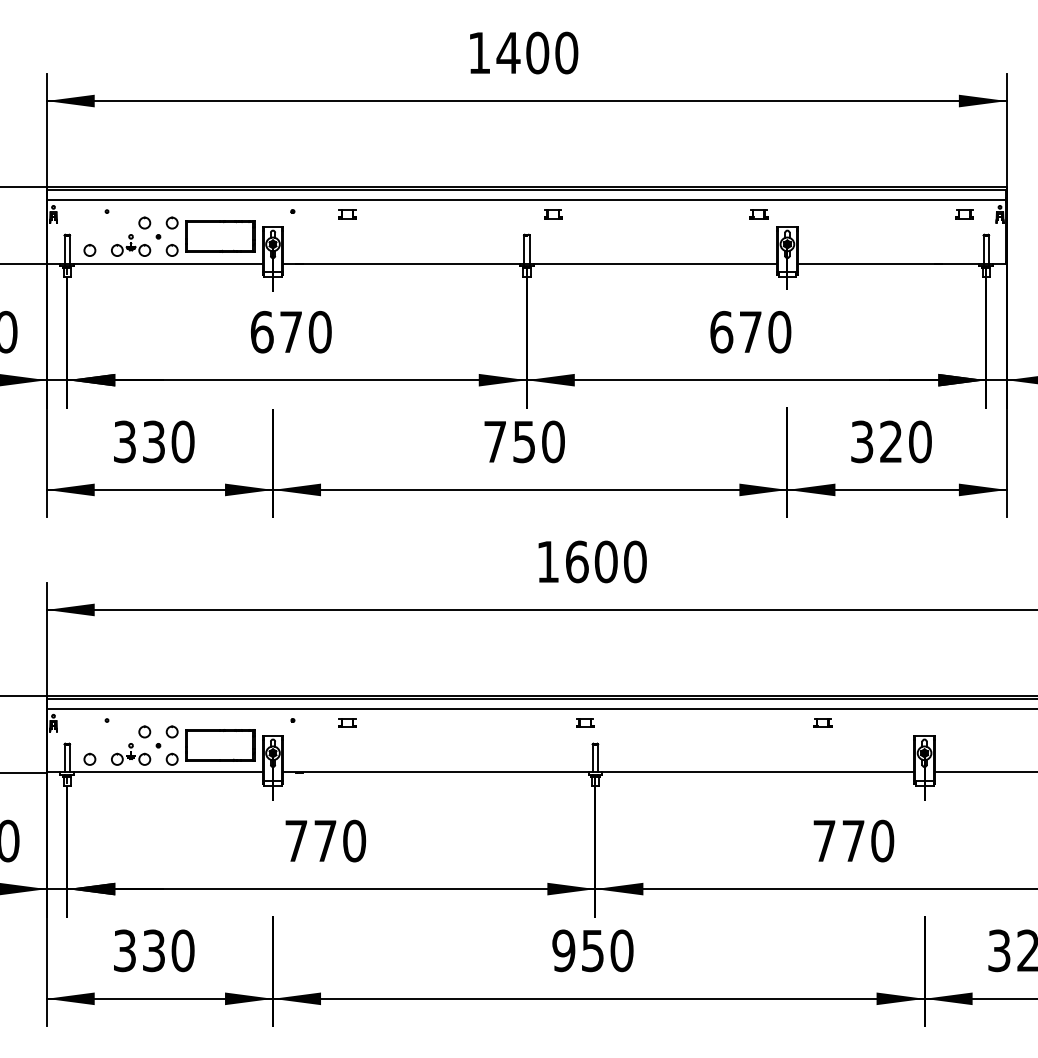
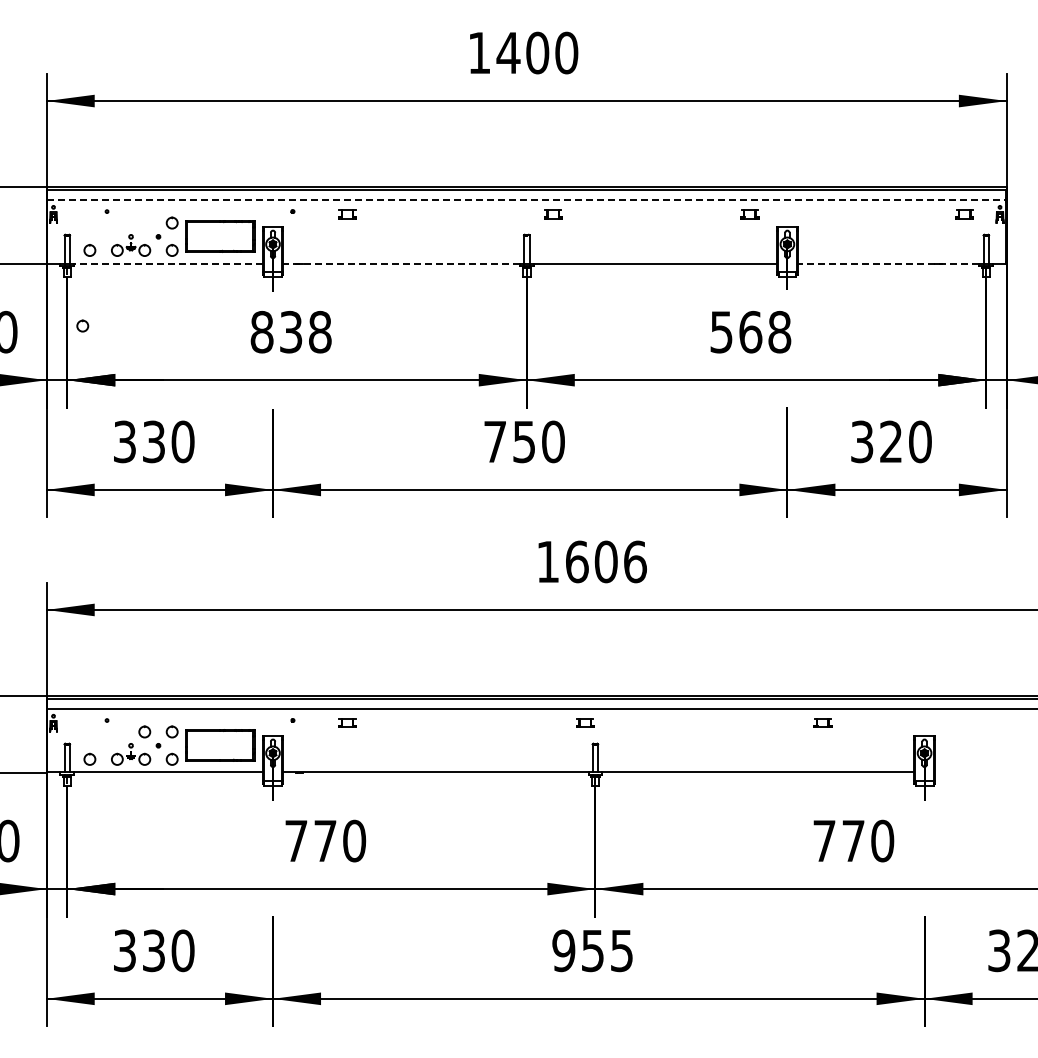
line at (527, 200): solid -> dashed
part at (758, 214) position: (758, 214) -> (749, 214)
part at (144, 222) position: (144, 222) -> (82, 325)
line at (167, 263): solid -> dashed
line at (401, 263): solid -> dashed
line at (888, 263): solid -> dashed
text at (290, 331): 670 -> 838
text at (750, 331): 670 -> 568
text at (635, 561): 1600 -> 1606
line at (984, 772): present -> none
text at (621, 950): 950 -> 955
